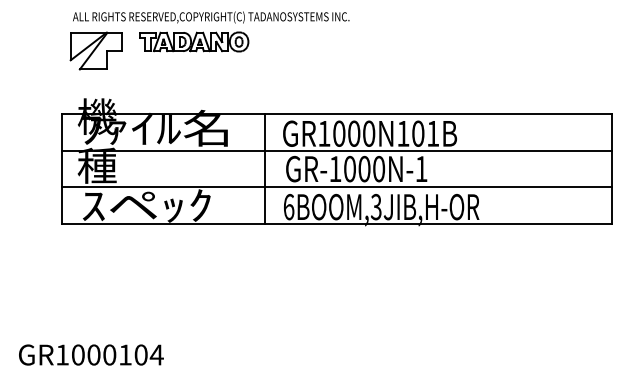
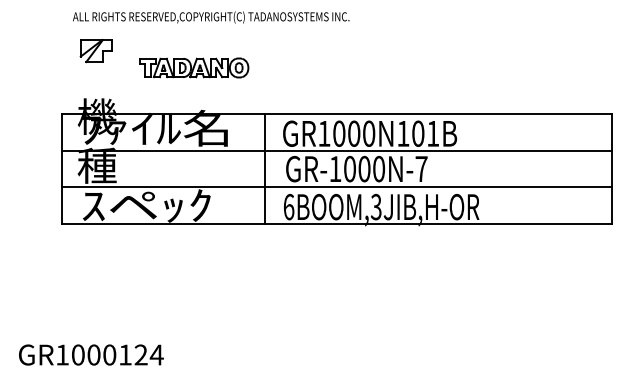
part at (194, 41) position: (194, 41) -> (194, 67)
part at (95, 50) size: 54x40 px -> 34x26 px
text at (421, 168): GR-1000N-1 -> GR-1000N-7
text at (140, 354): GR1000104 -> GR1000124
